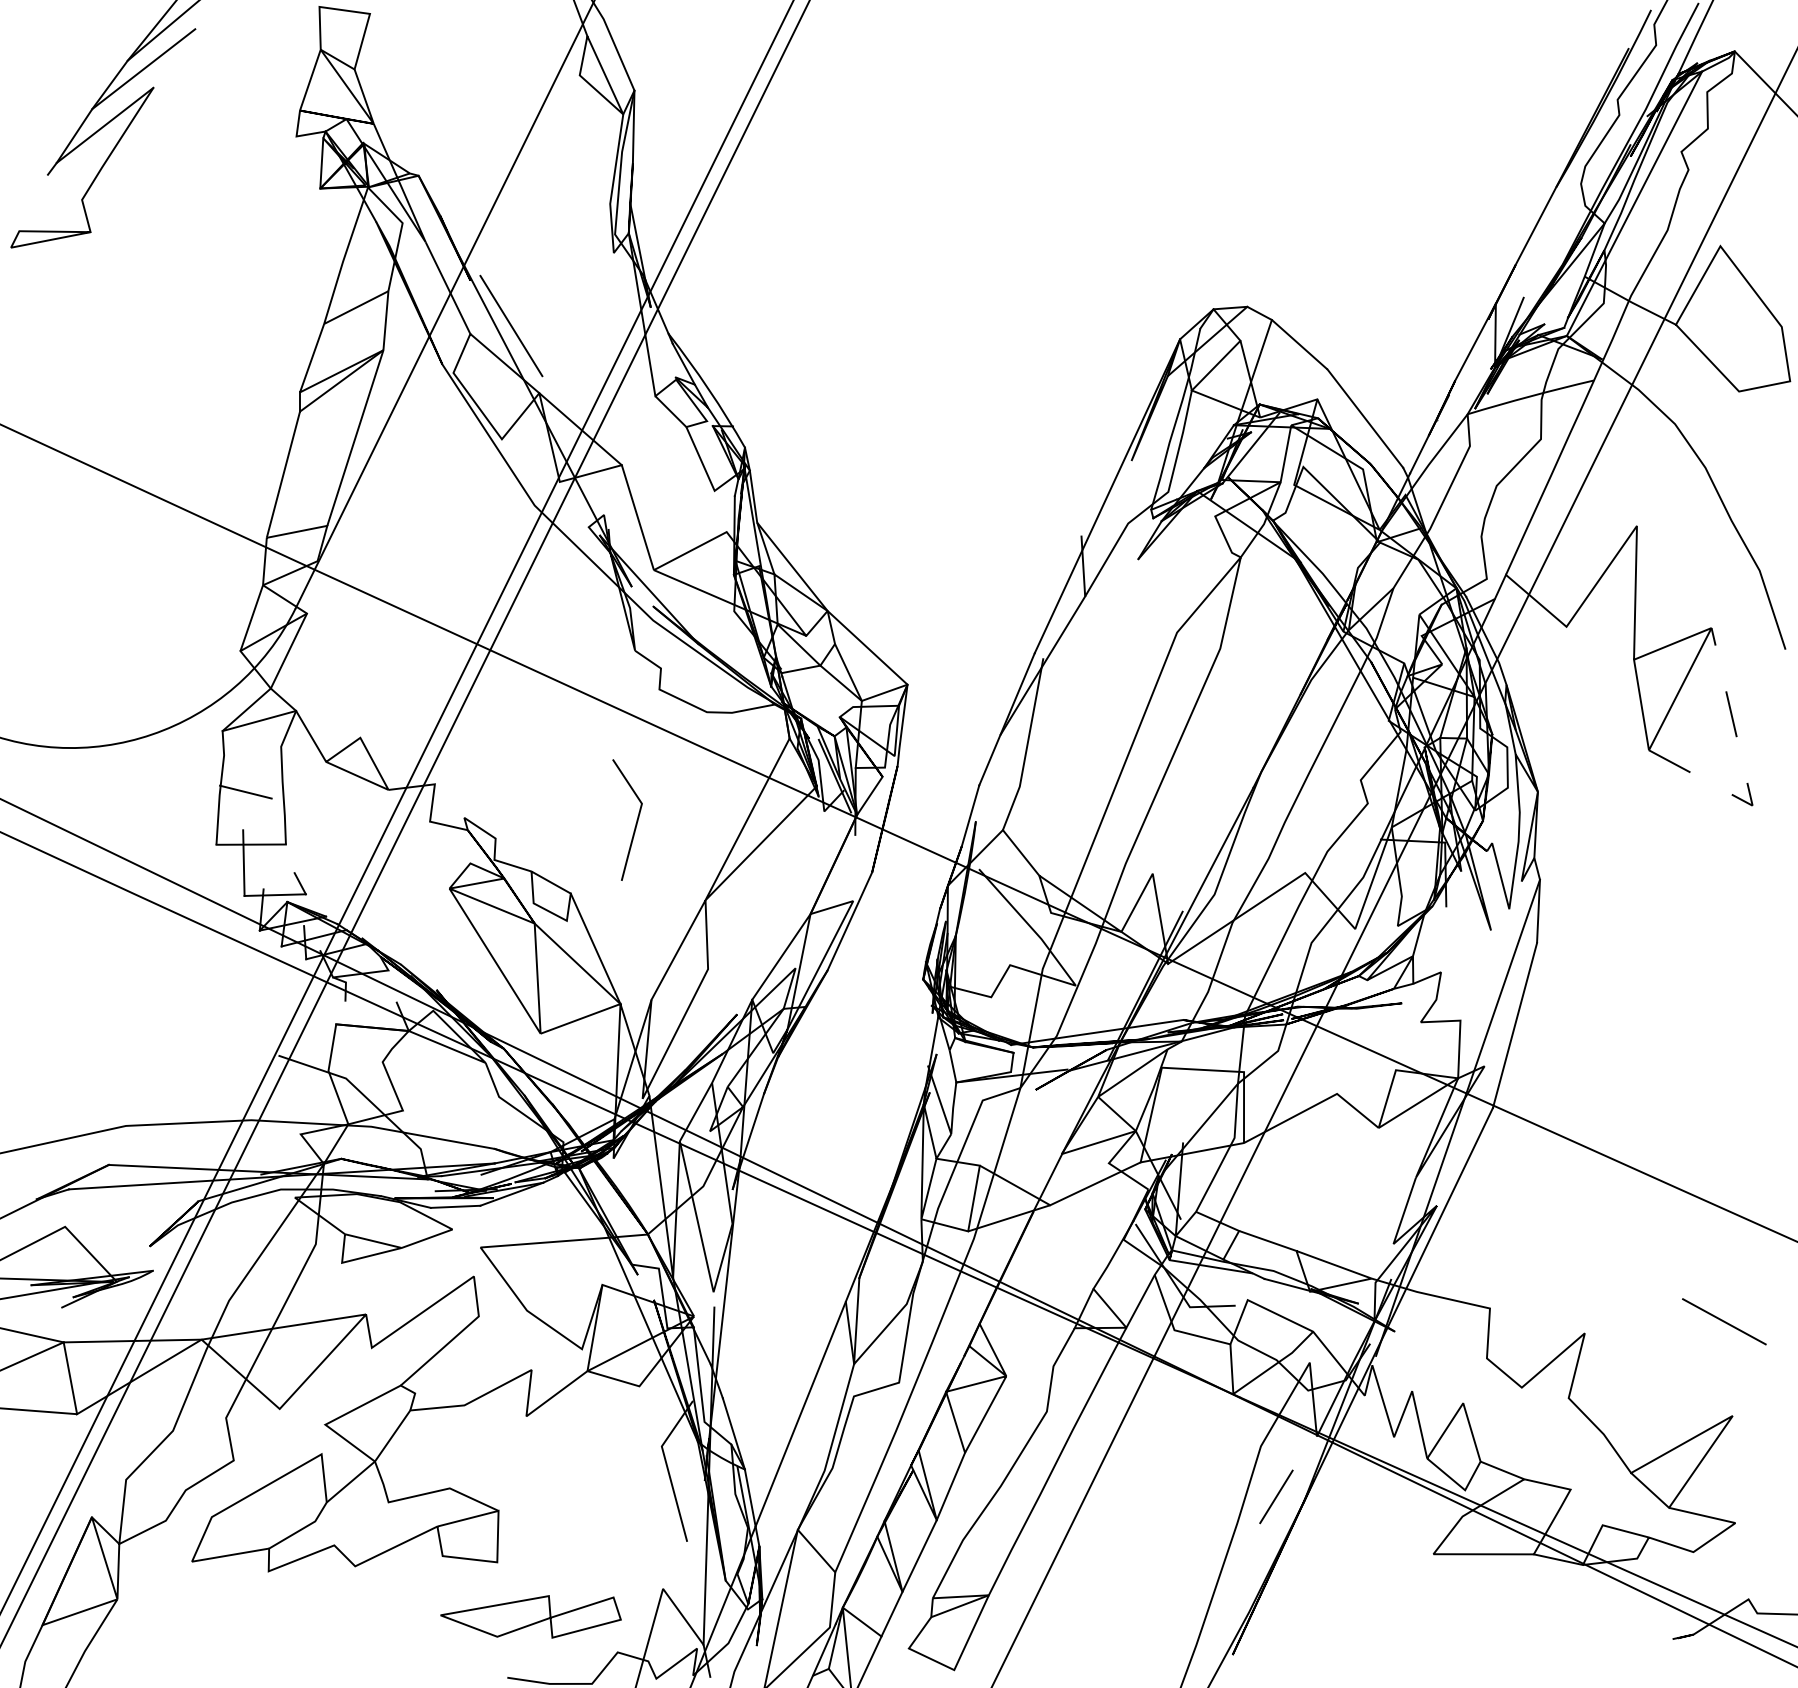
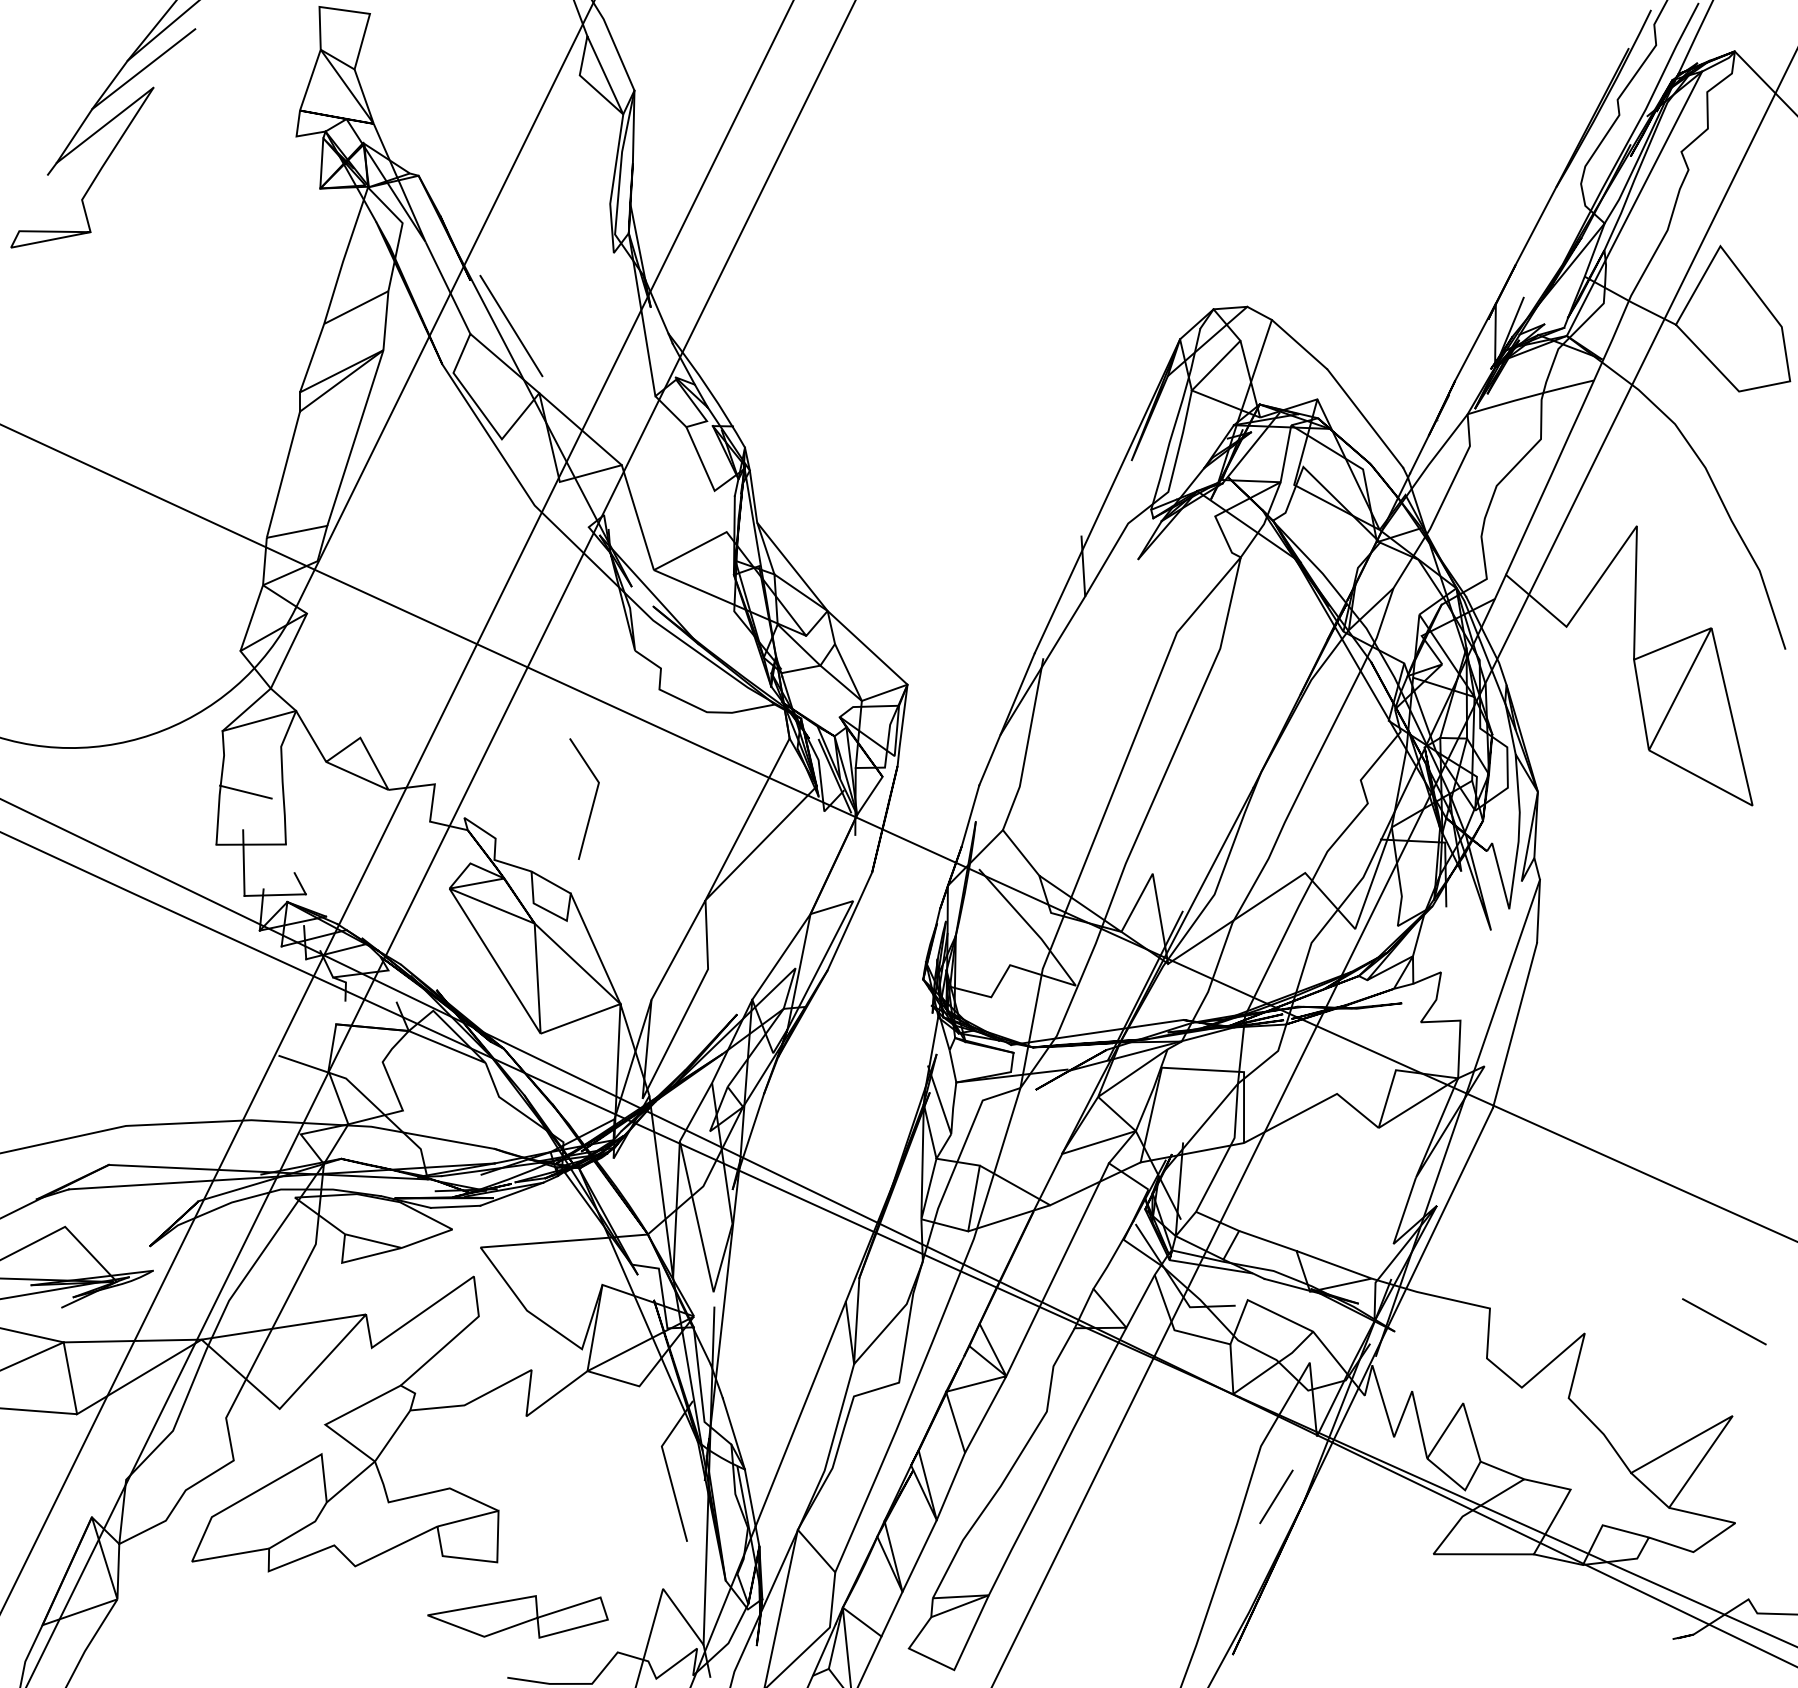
line at (1745, 774): dashed -> solid
line at (405, 822) position: (405, 822) -> (440, 843)
line at (635, 823) position: (635, 823) -> (592, 802)
line at (1057, 1269): none -> present
part at (530, 1616) position: (530, 1616) -> (517, 1616)
